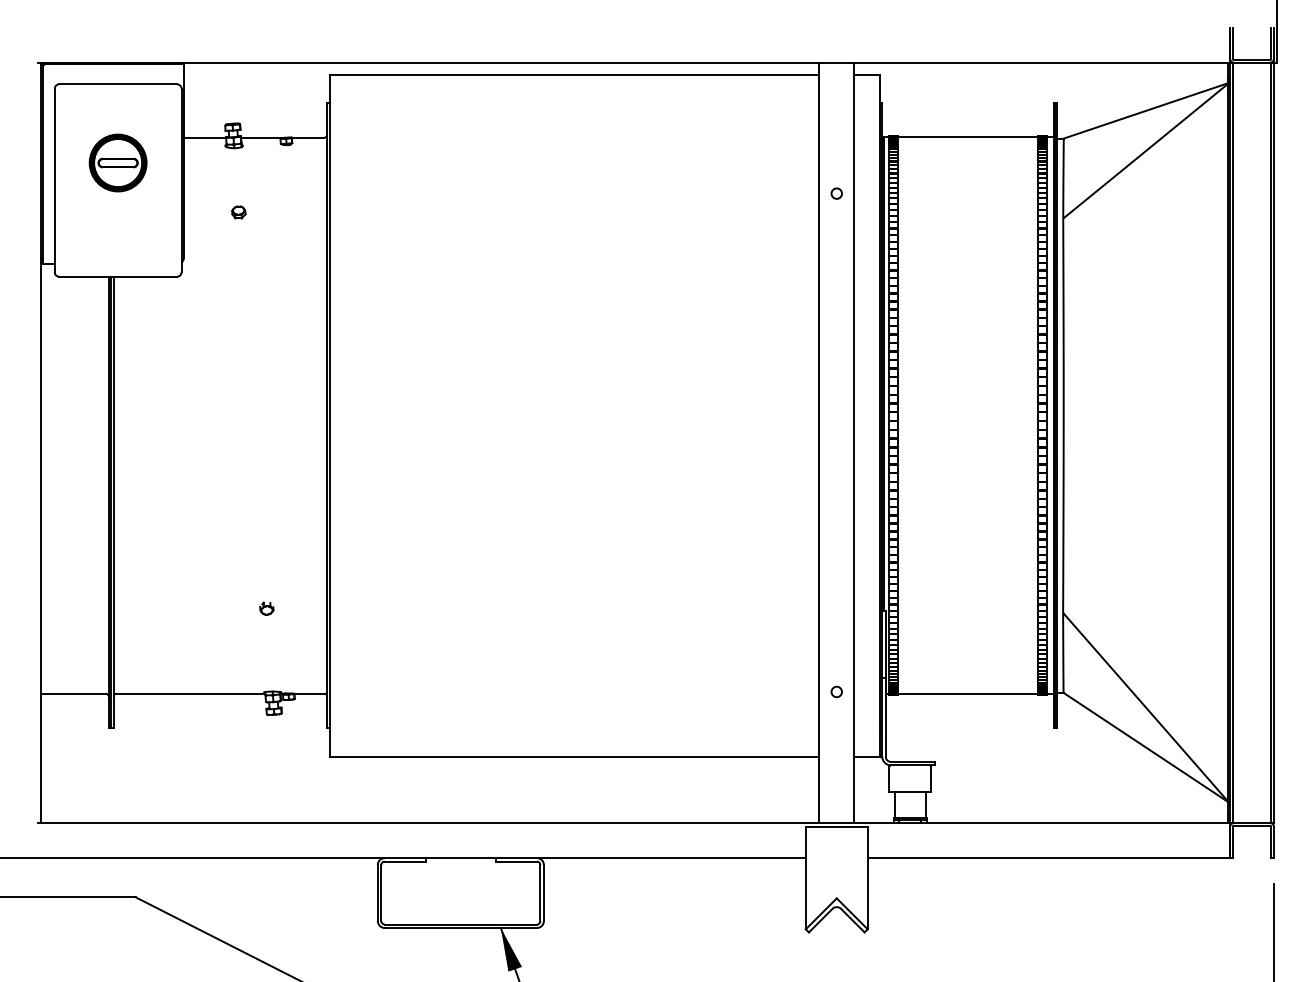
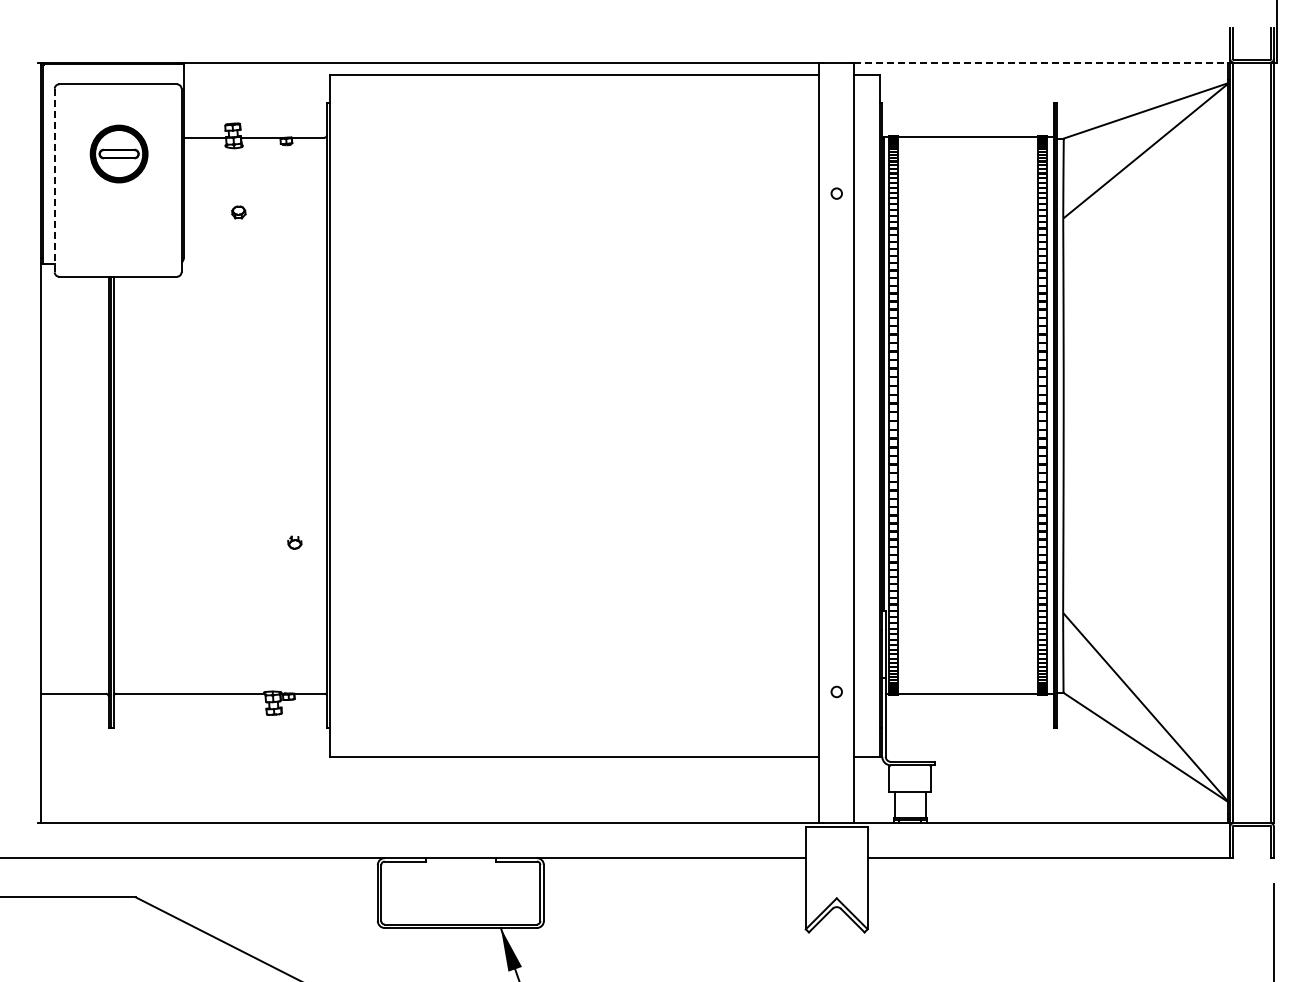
line at (1042, 62): solid -> dashed
part at (117, 162) position: (117, 162) -> (118, 153)
line at (54, 180): solid -> dashed
part at (266, 608) position: (266, 608) -> (294, 542)
